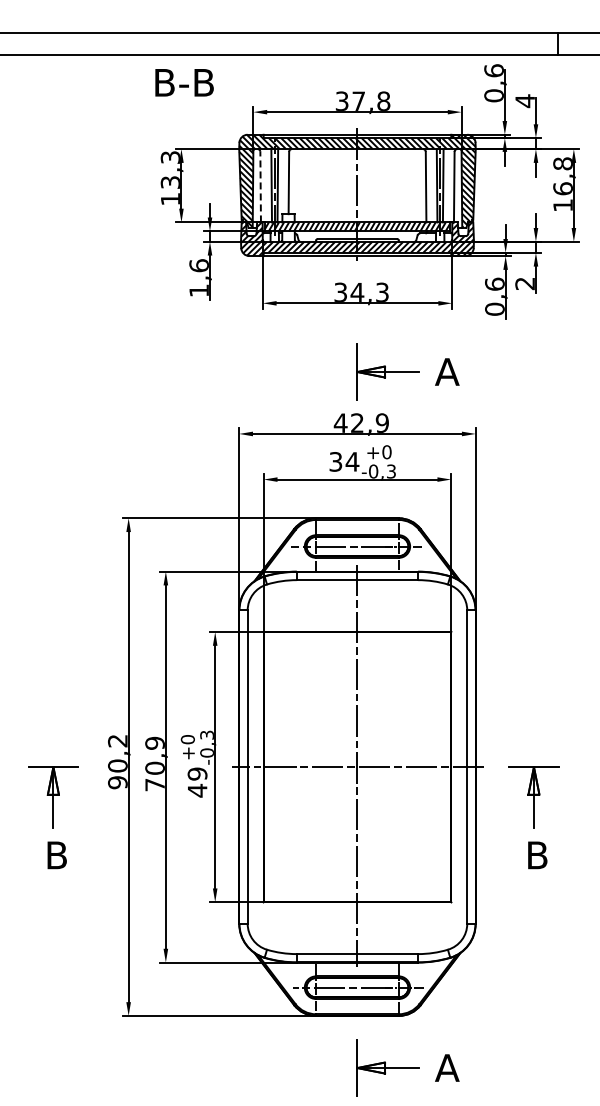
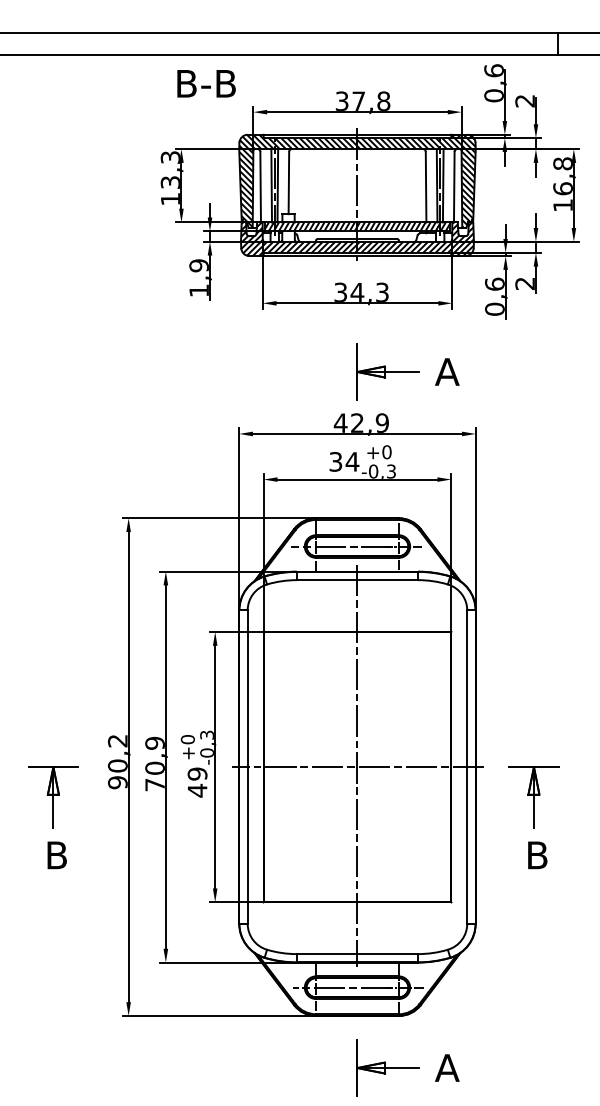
text at (184, 82) position: (184, 82) -> (206, 83)
text at (524, 101): 4 -> 2
line at (260, 186): dashed -> solid
text at (198, 265): 1,6 -> 1,9
